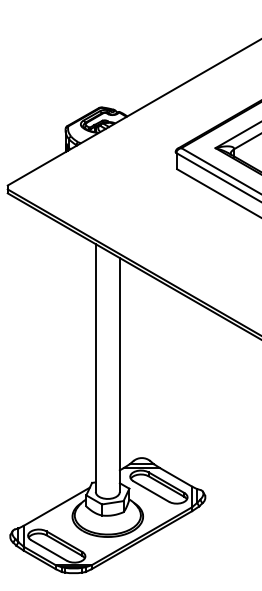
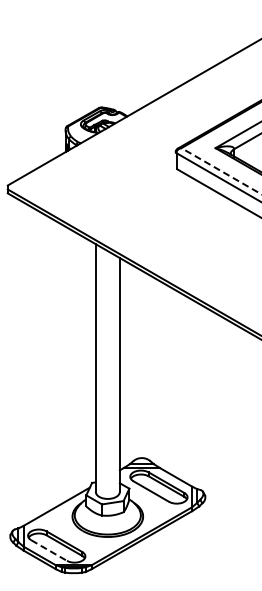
line at (221, 171): solid -> dashed
line at (49, 550): solid -> dashed
